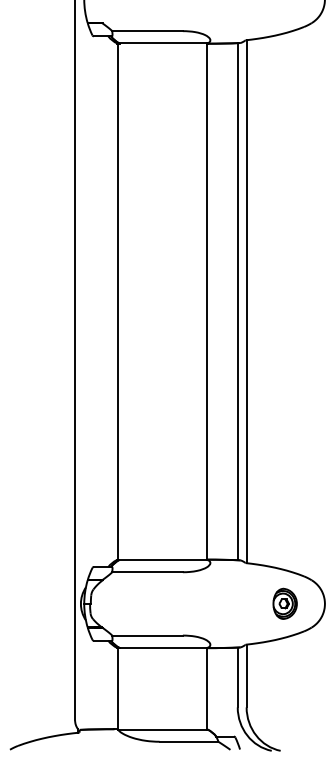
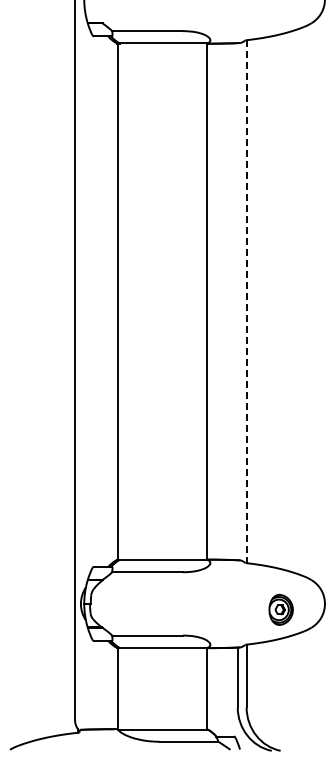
line at (237, 301): present -> none
line at (246, 301): solid -> dashed
part at (284, 603) position: (284, 603) -> (280, 609)
